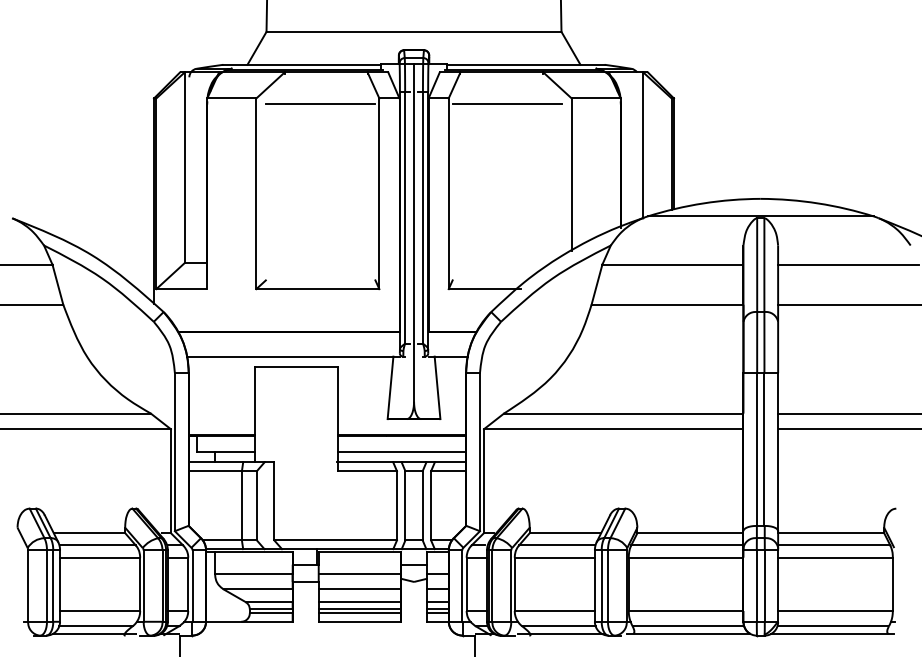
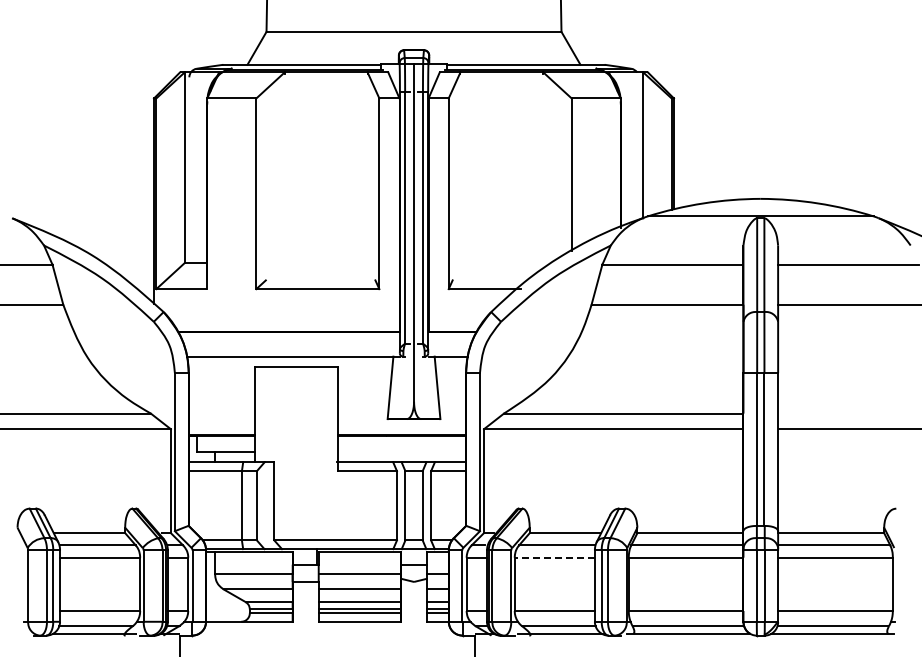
line at (320, 103): present -> none
line at (507, 103): present -> none
line at (848, 413): present -> none
line at (402, 451): present -> none
line at (554, 557): solid -> dashed
